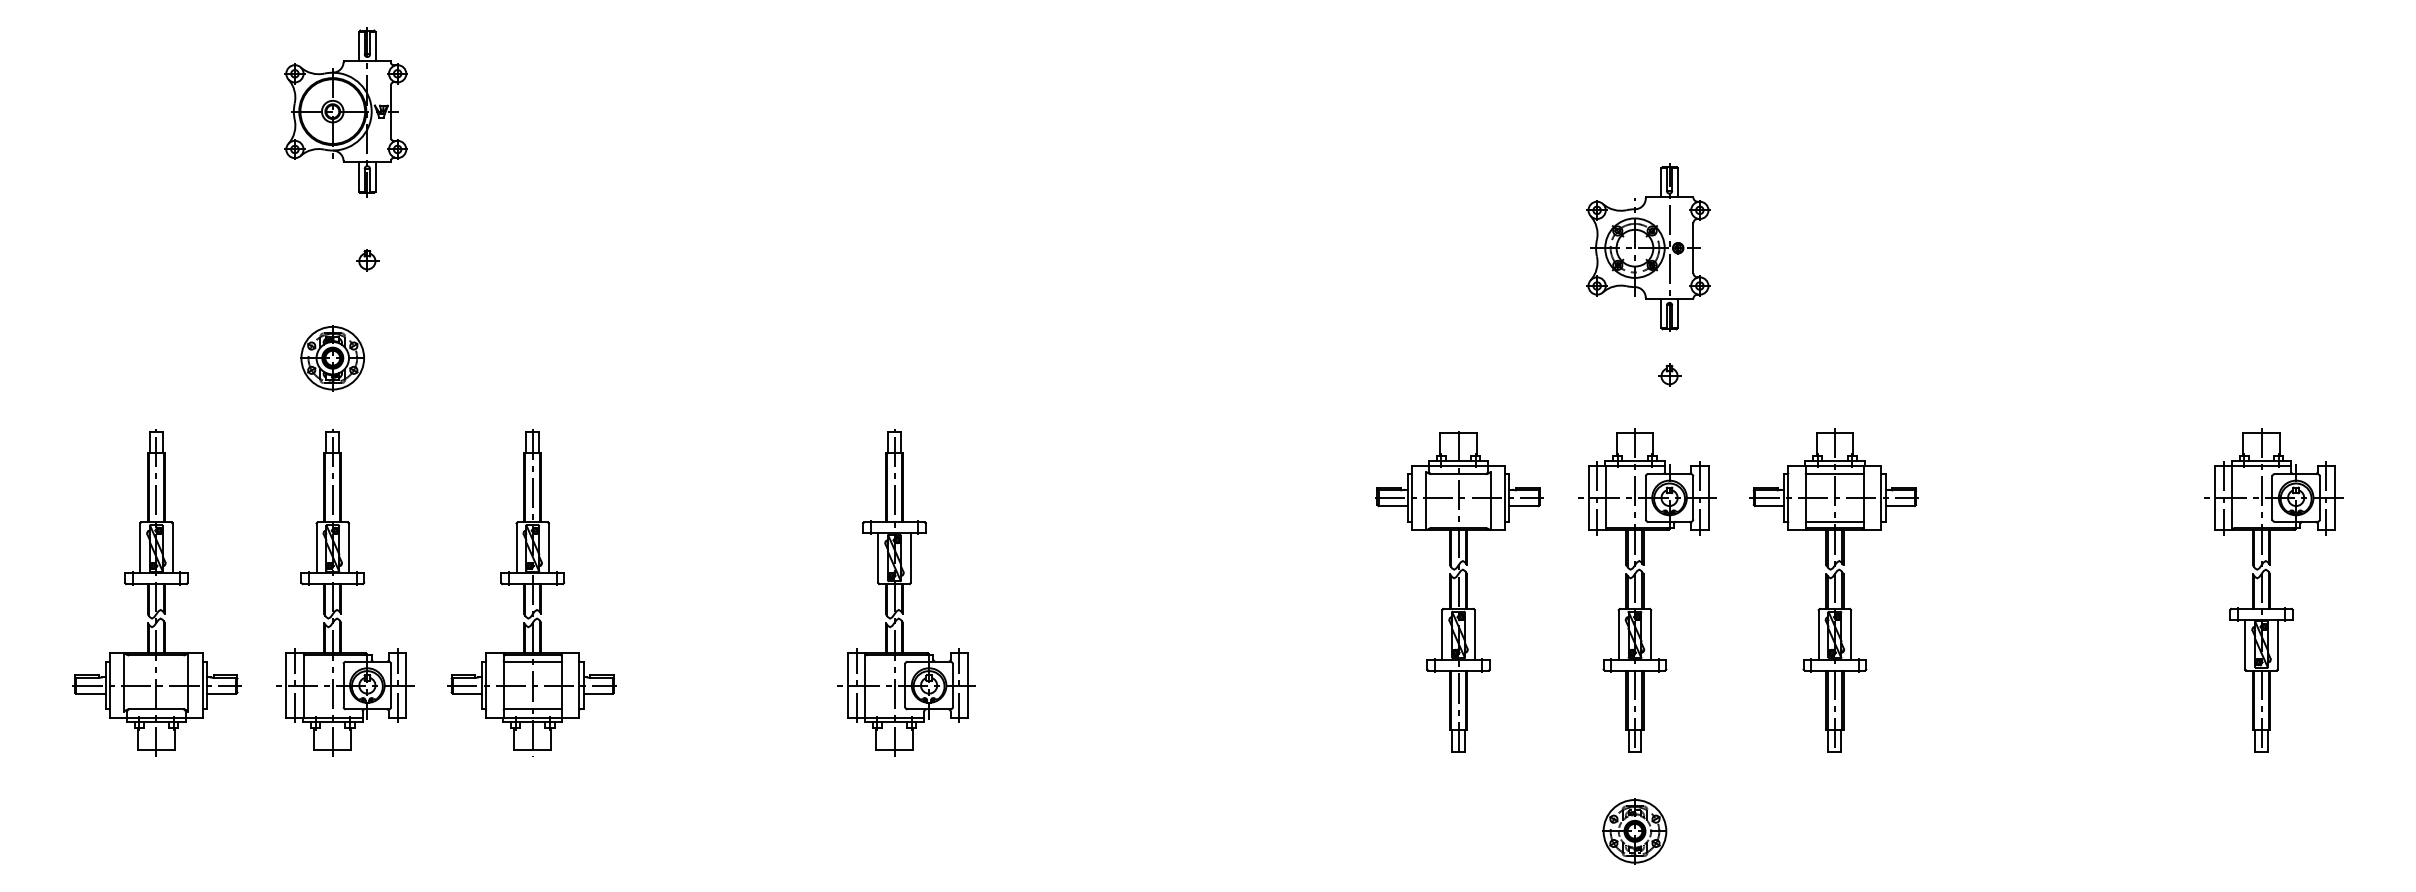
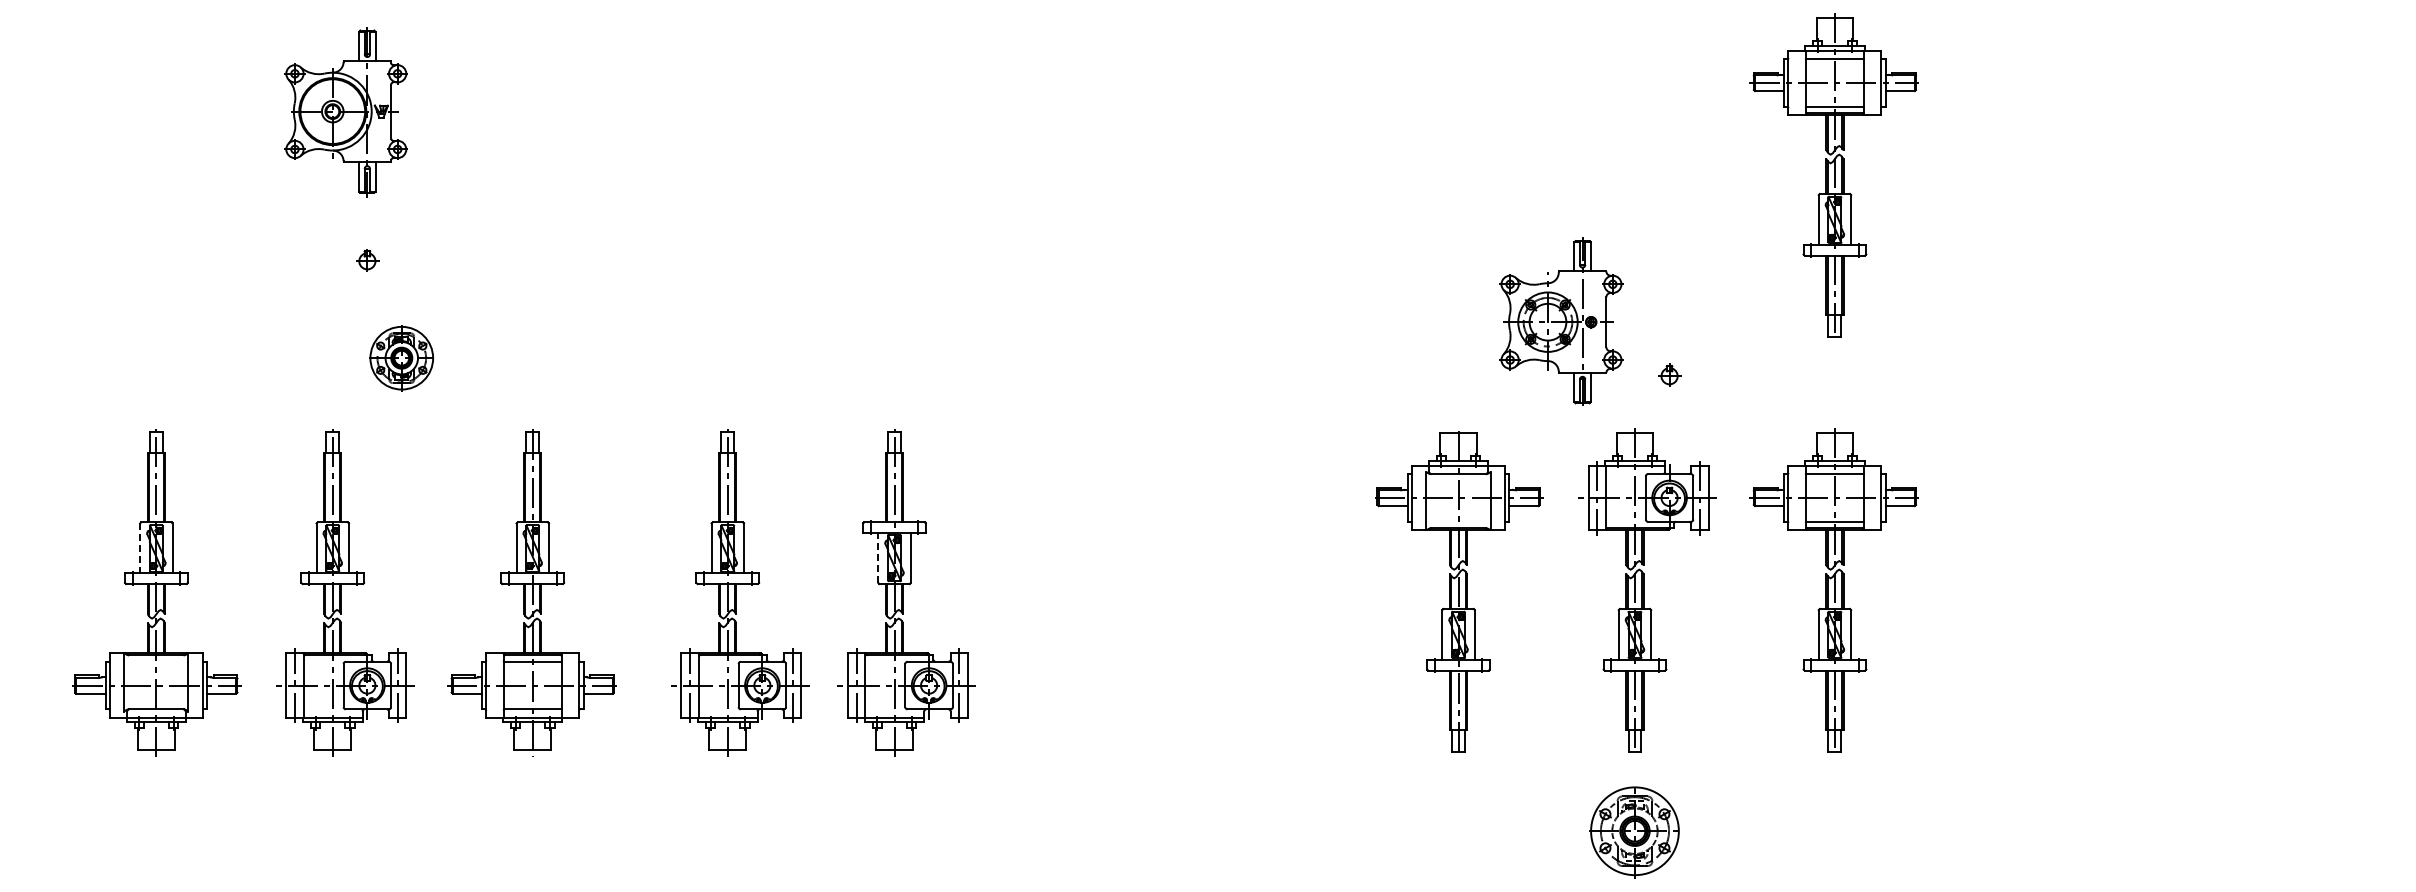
part at (1833, 175): none -> present
part at (1648, 247) position: (1648, 247) -> (1561, 321)
part at (332, 358) position: (332, 358) -> (401, 358)
line at (140, 548): solid -> dashed
line at (878, 558): solid -> dashed
part at (2273, 590): present -> none
part at (740, 592): none -> present
part at (1634, 831) size: 66x67 px -> 91x93 px
